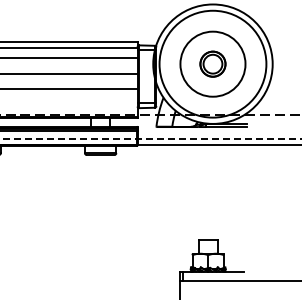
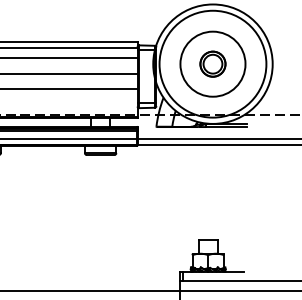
line at (150, 139): dashed -> solid
line at (150, 290): none -> present
